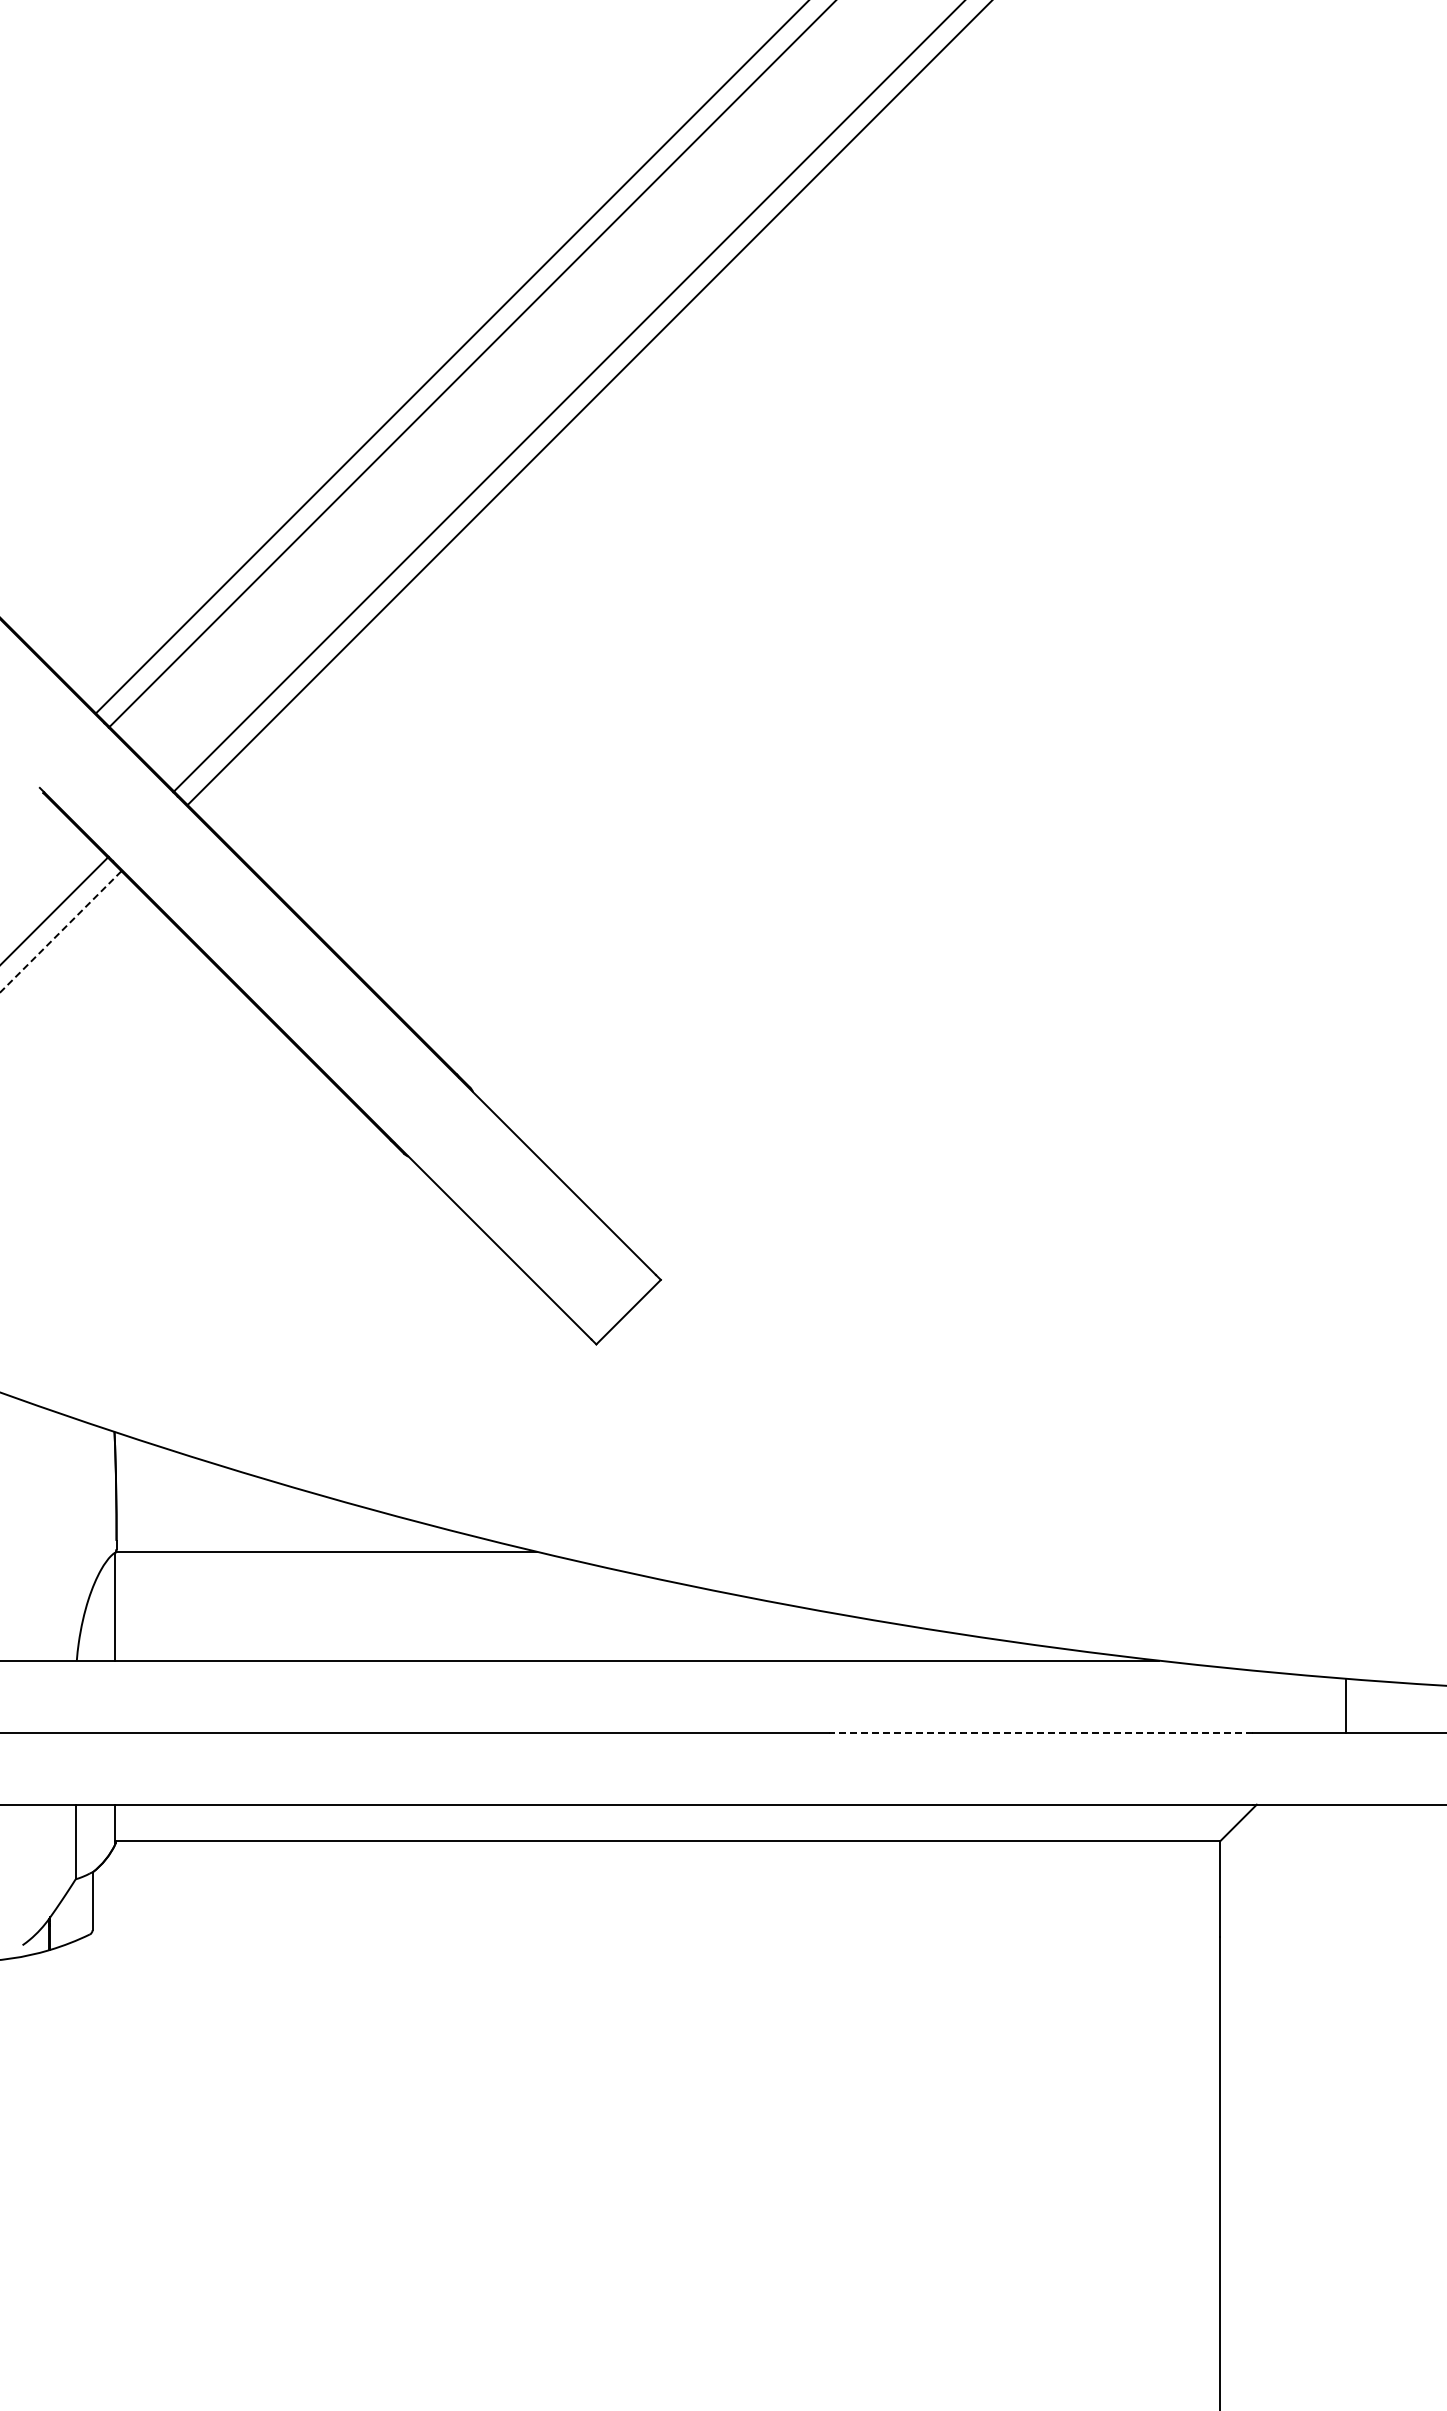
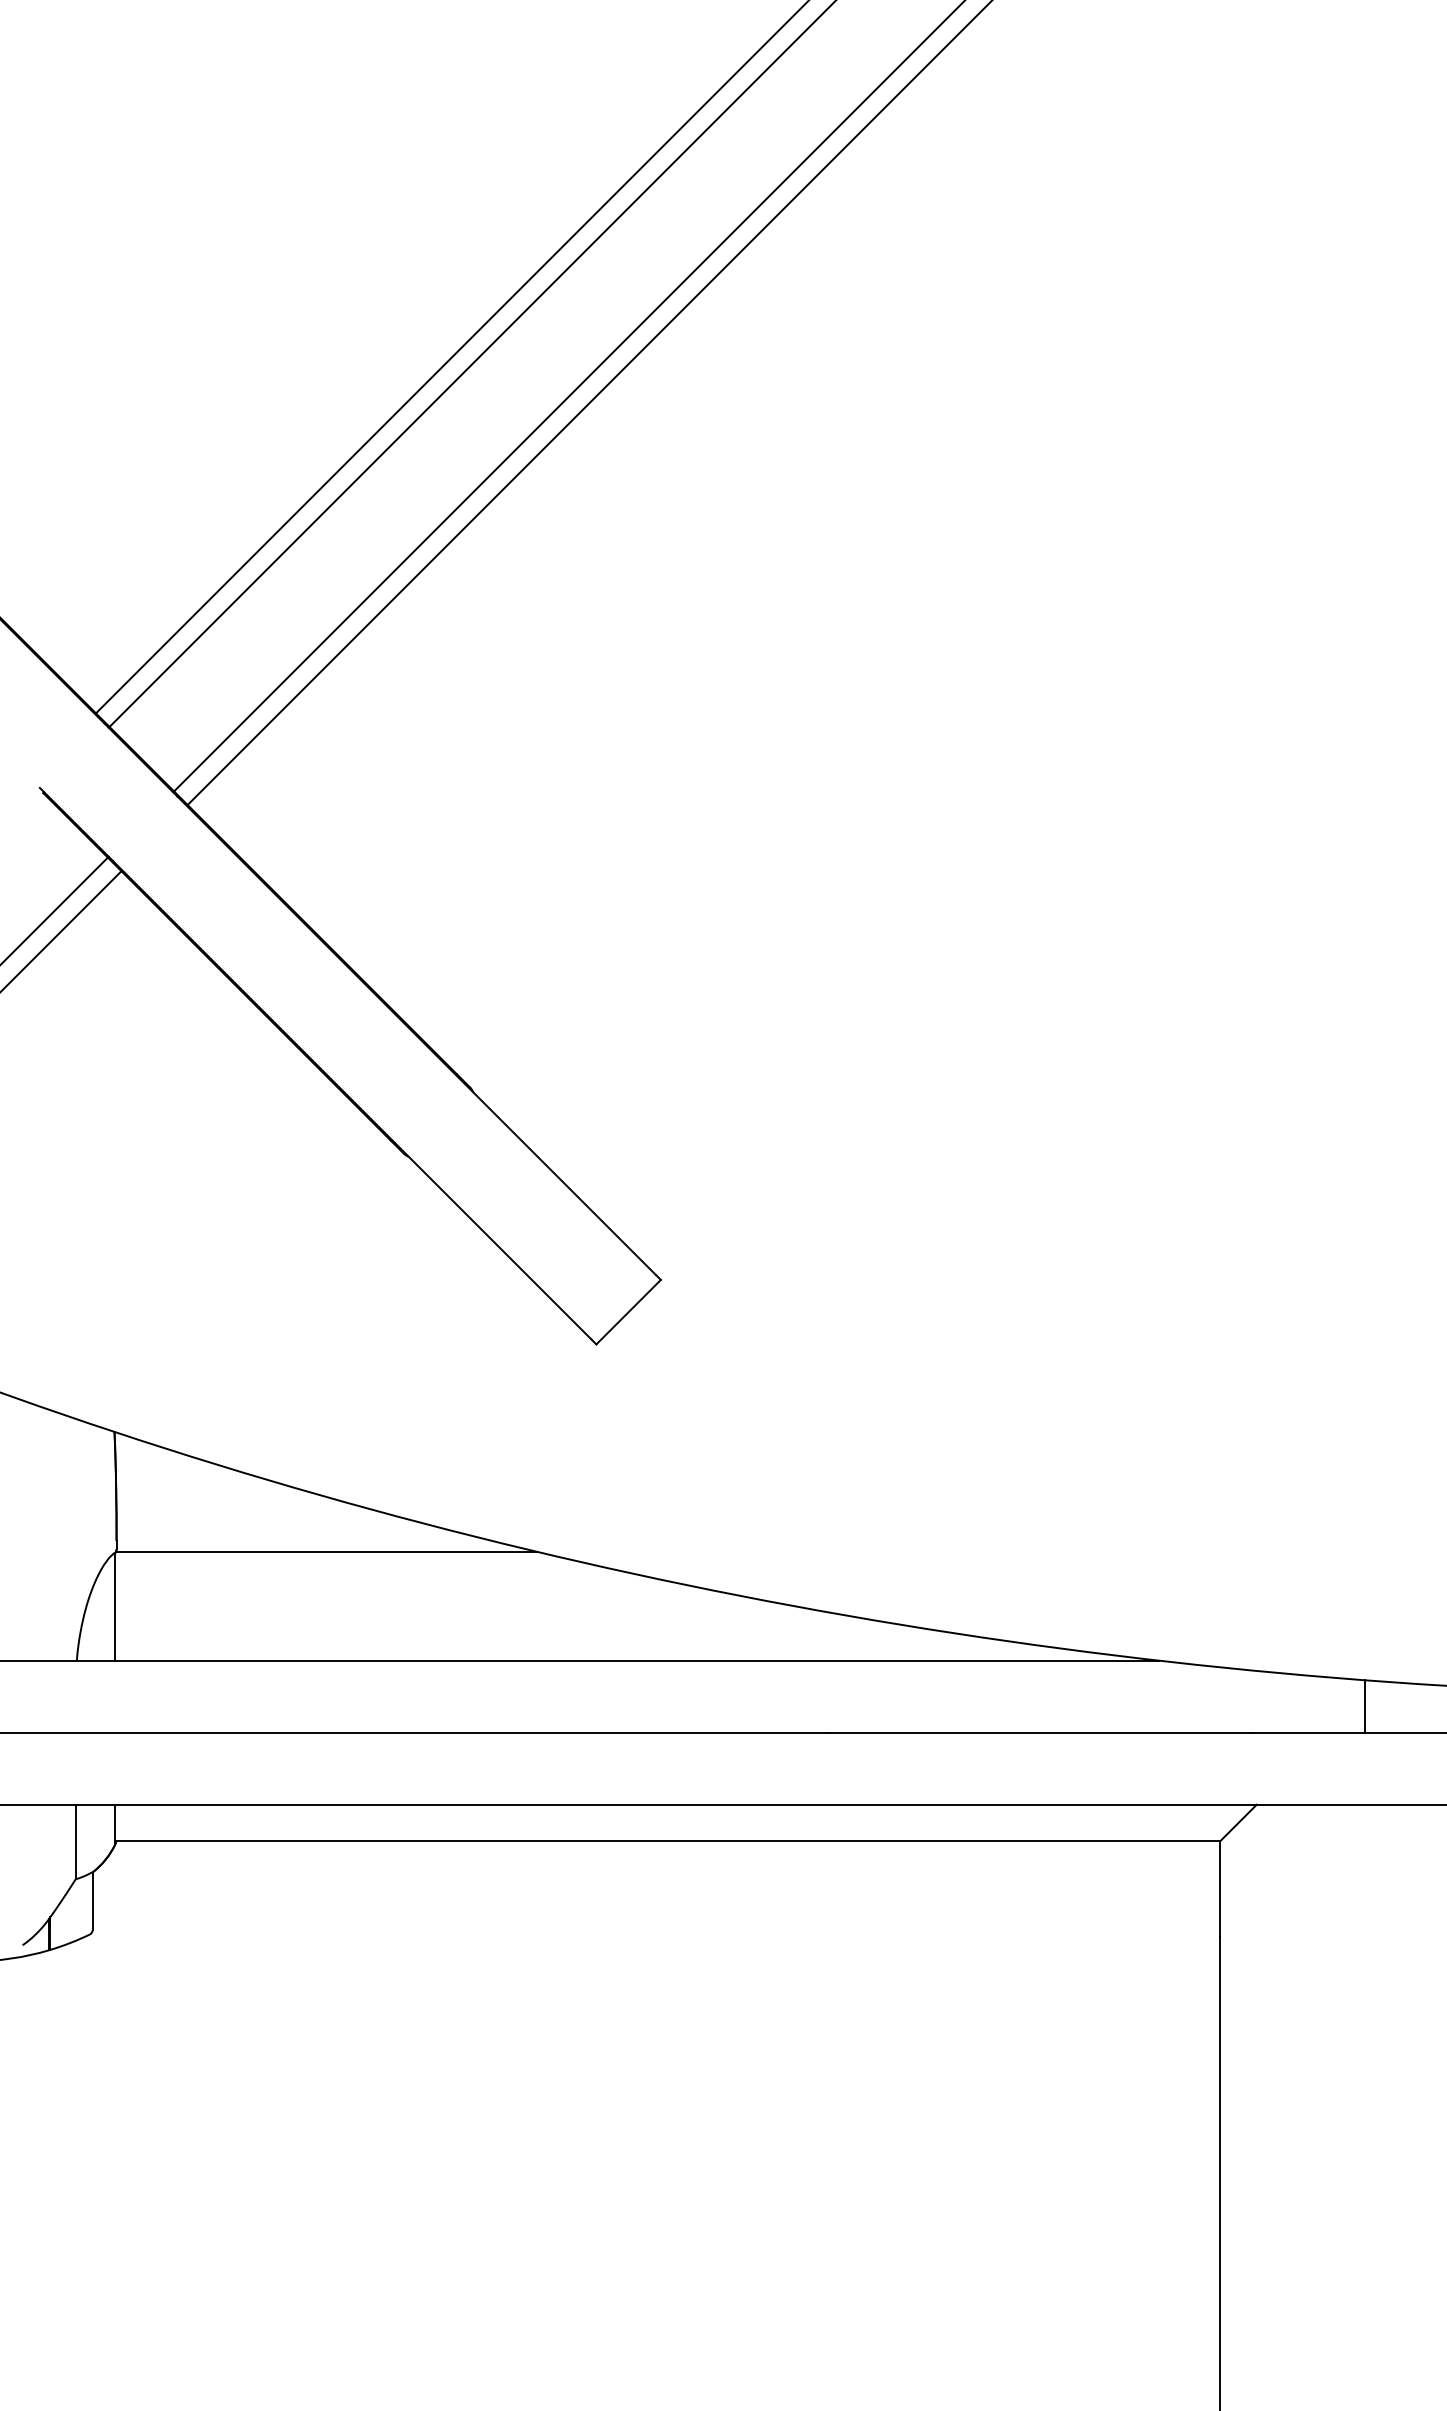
line at (60, 931): dashed -> solid
line at (1345, 1706) position: (1345, 1706) -> (1364, 1706)
line at (1040, 1732): dashed -> solid
